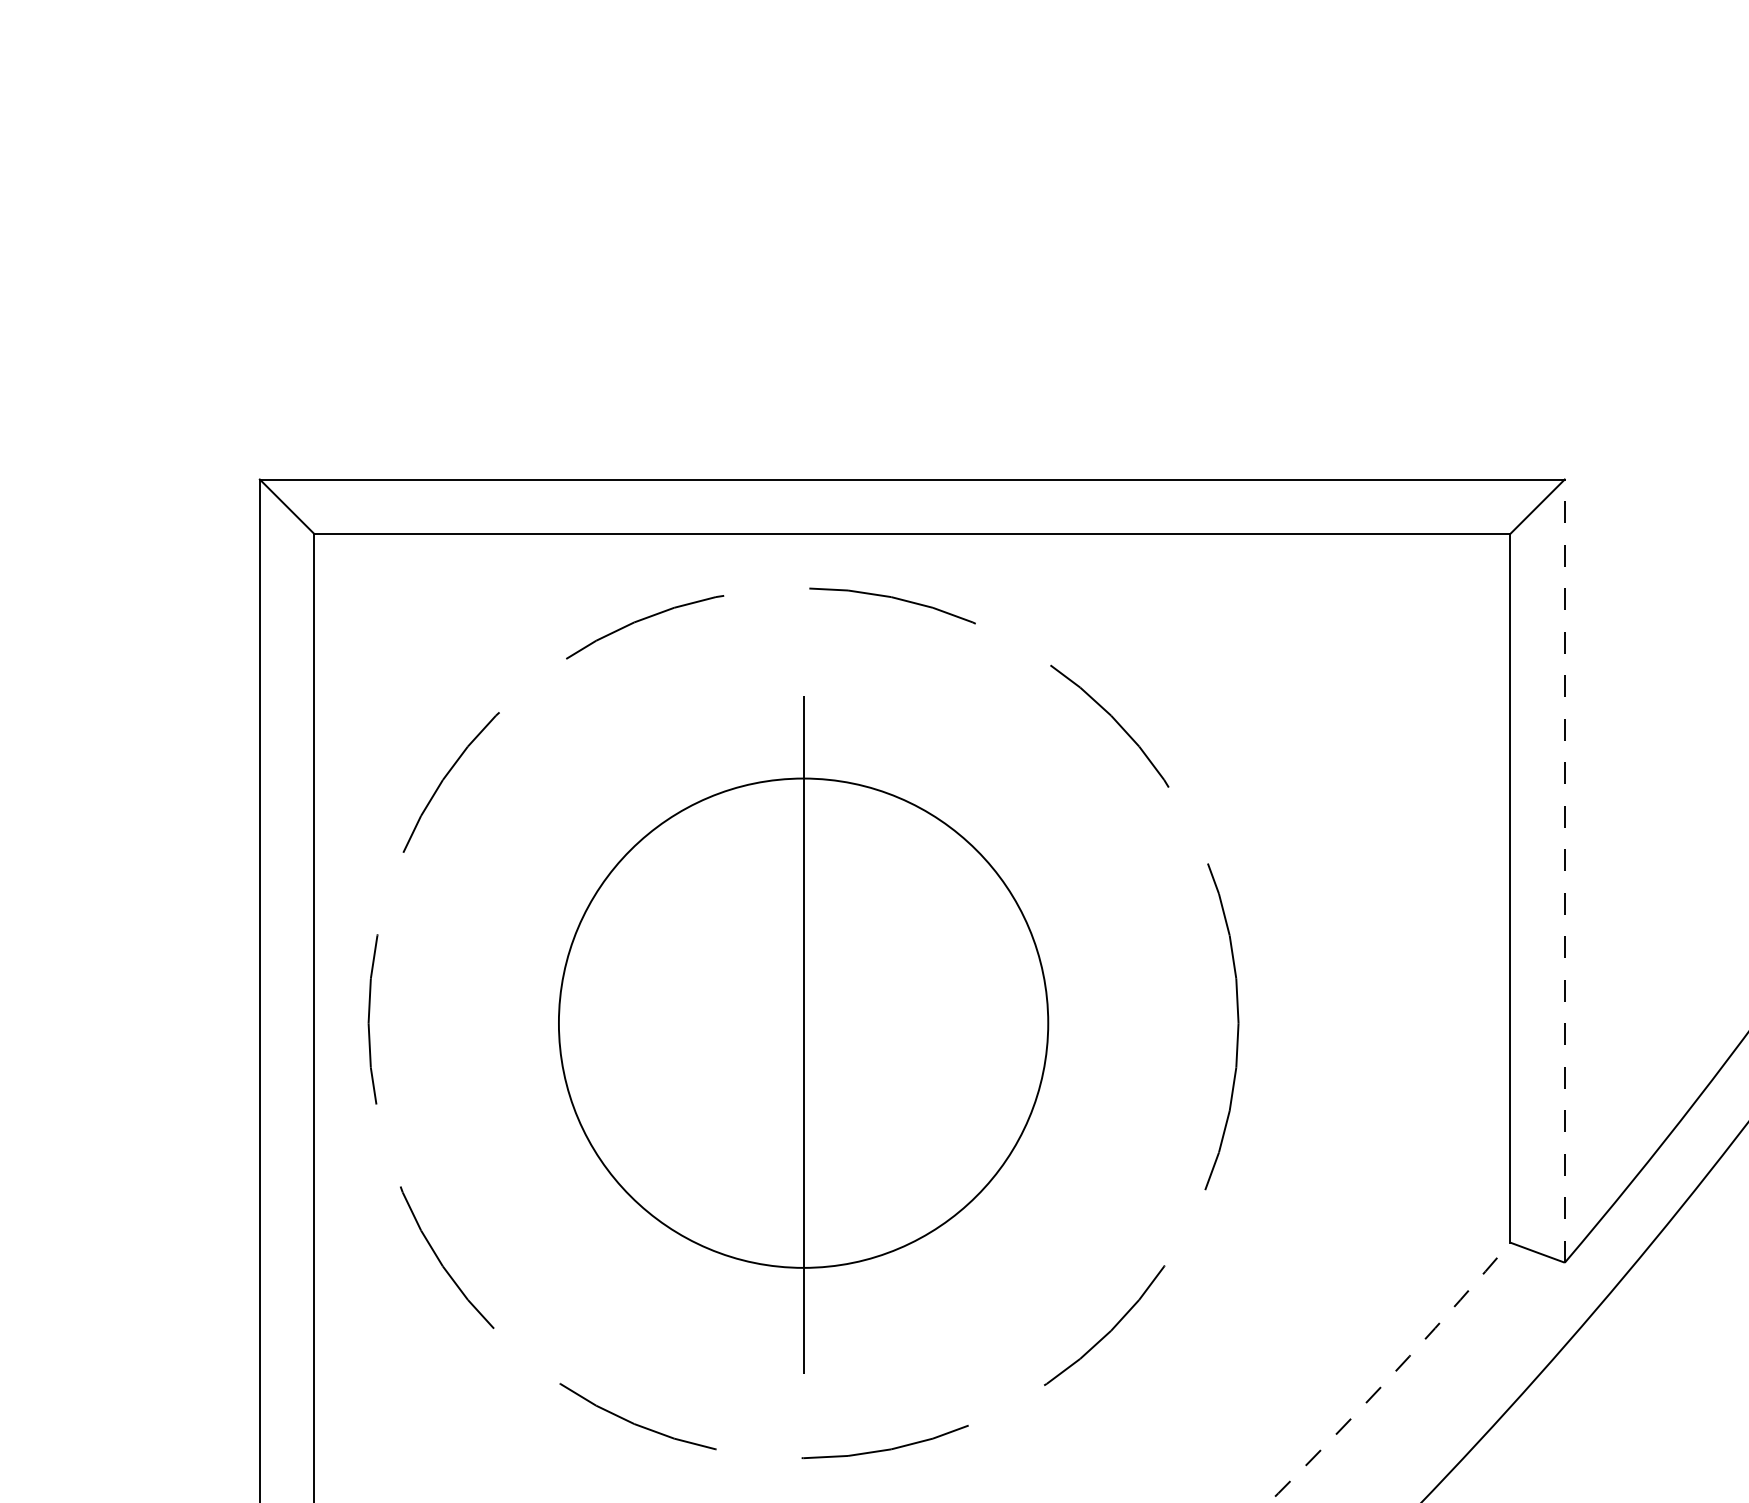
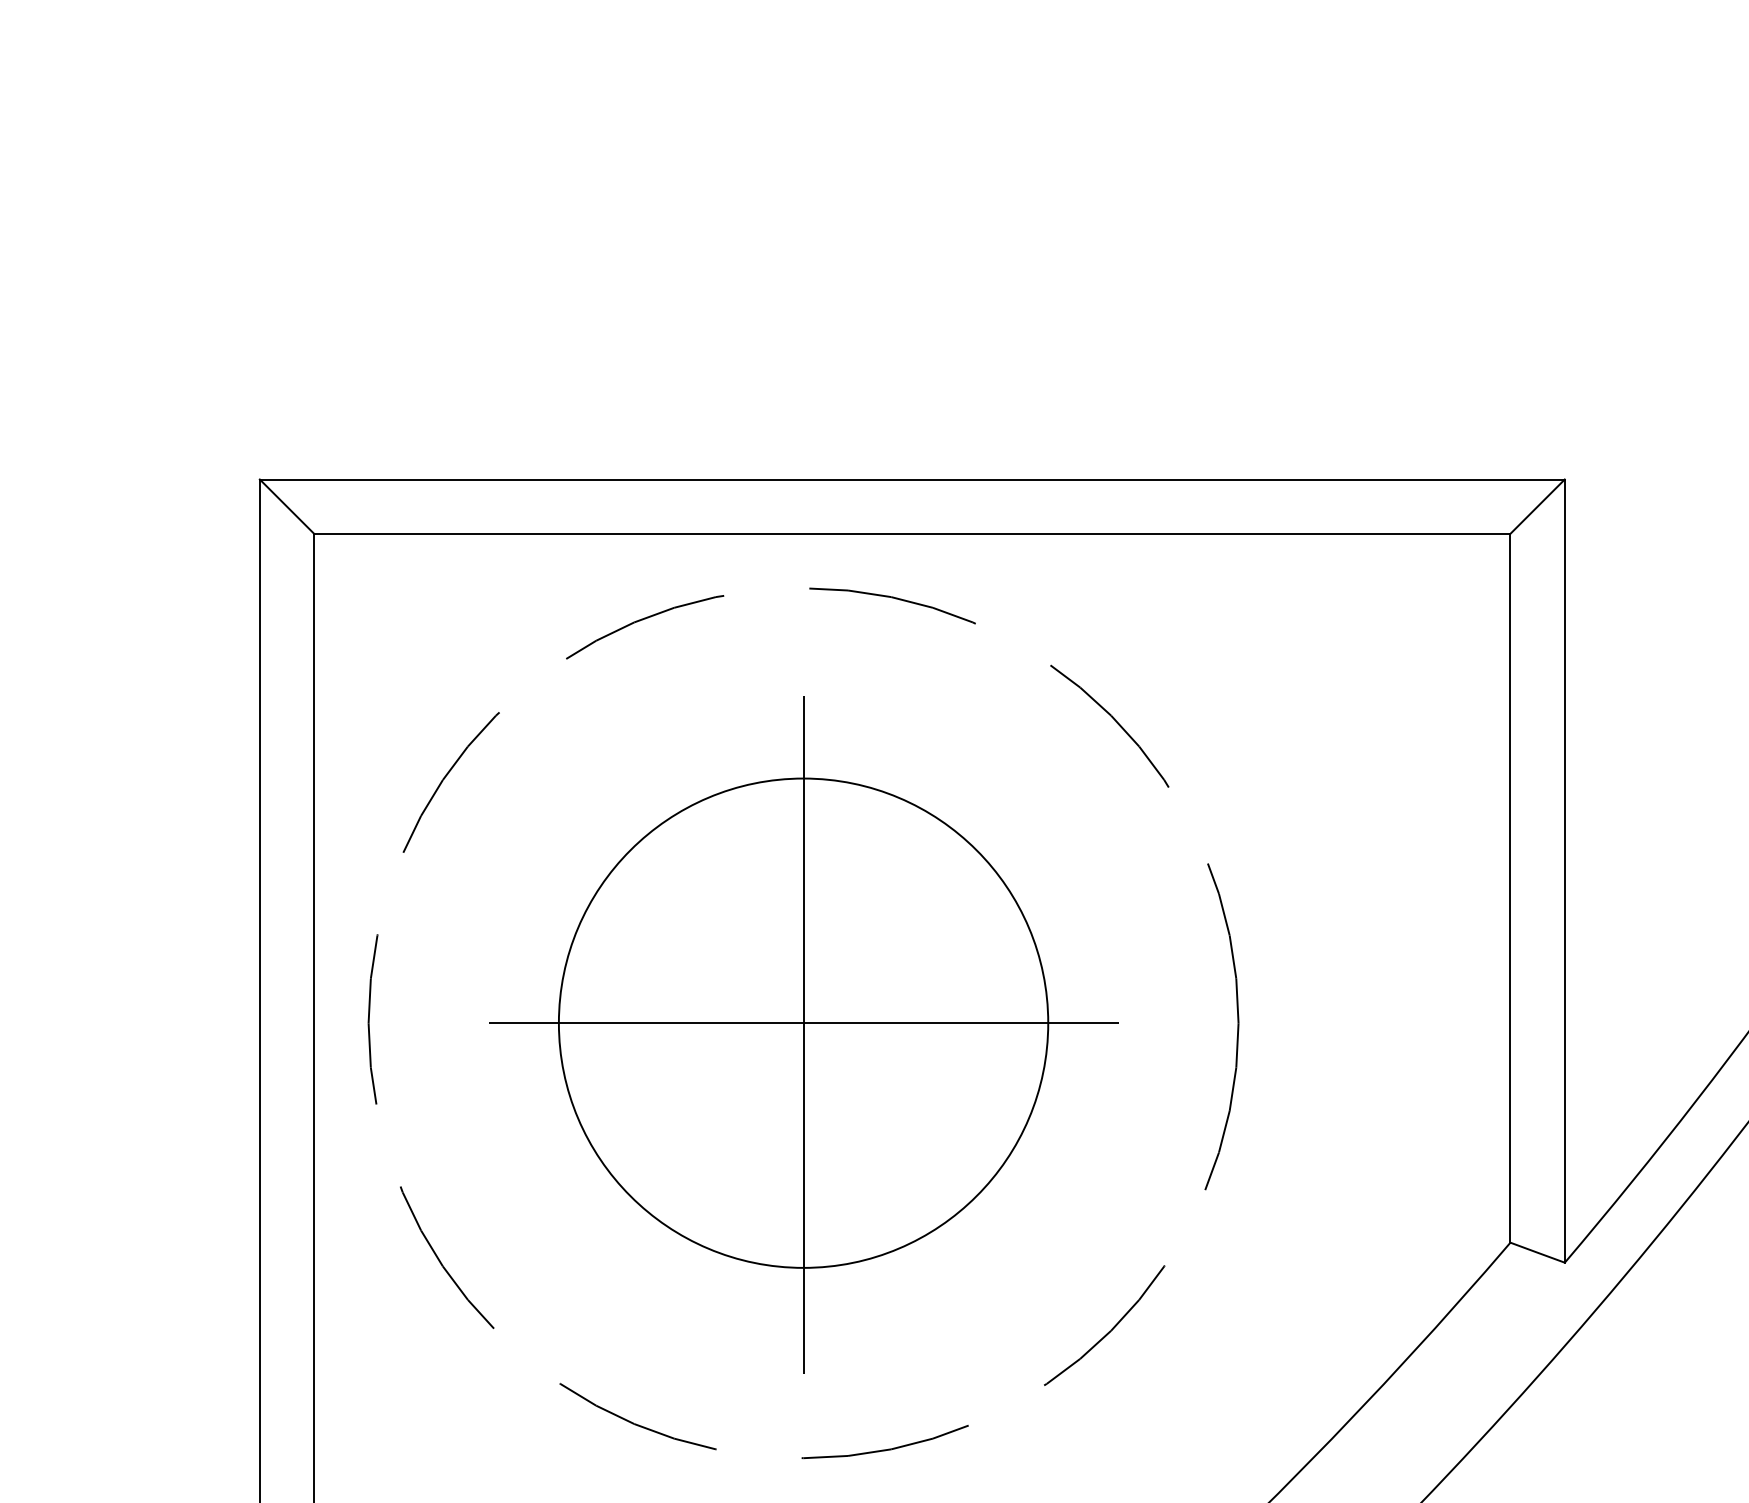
line at (1564, 871): dashed -> solid
line at (803, 1023): none -> present
arc at (1392, 1374): dashed -> solid
